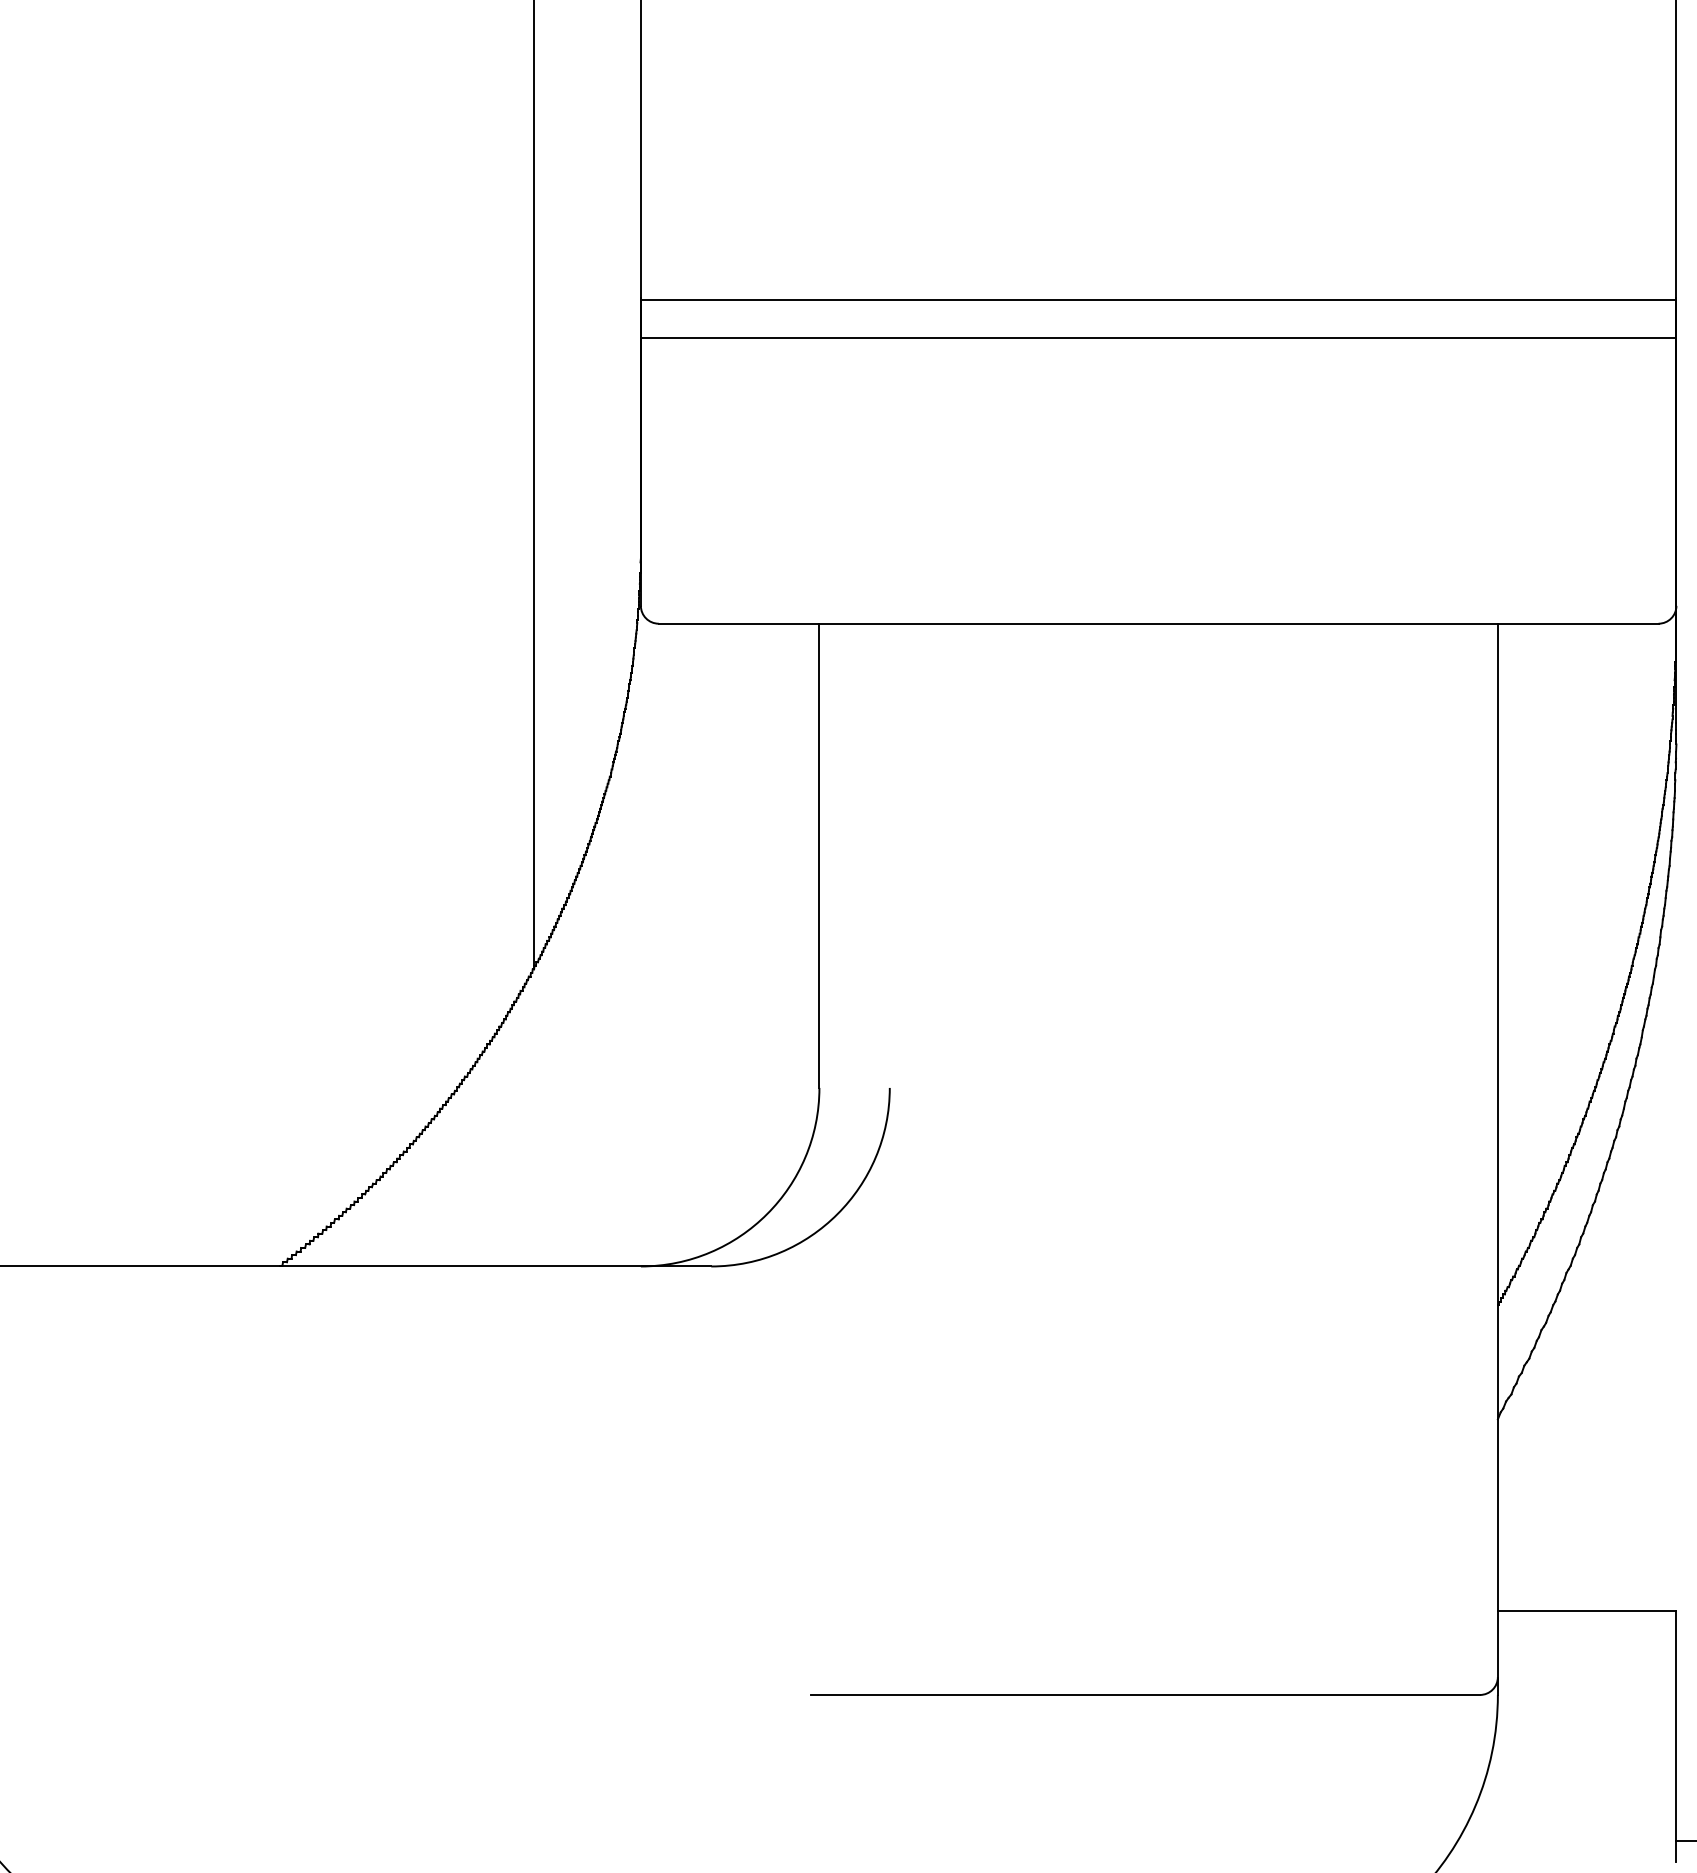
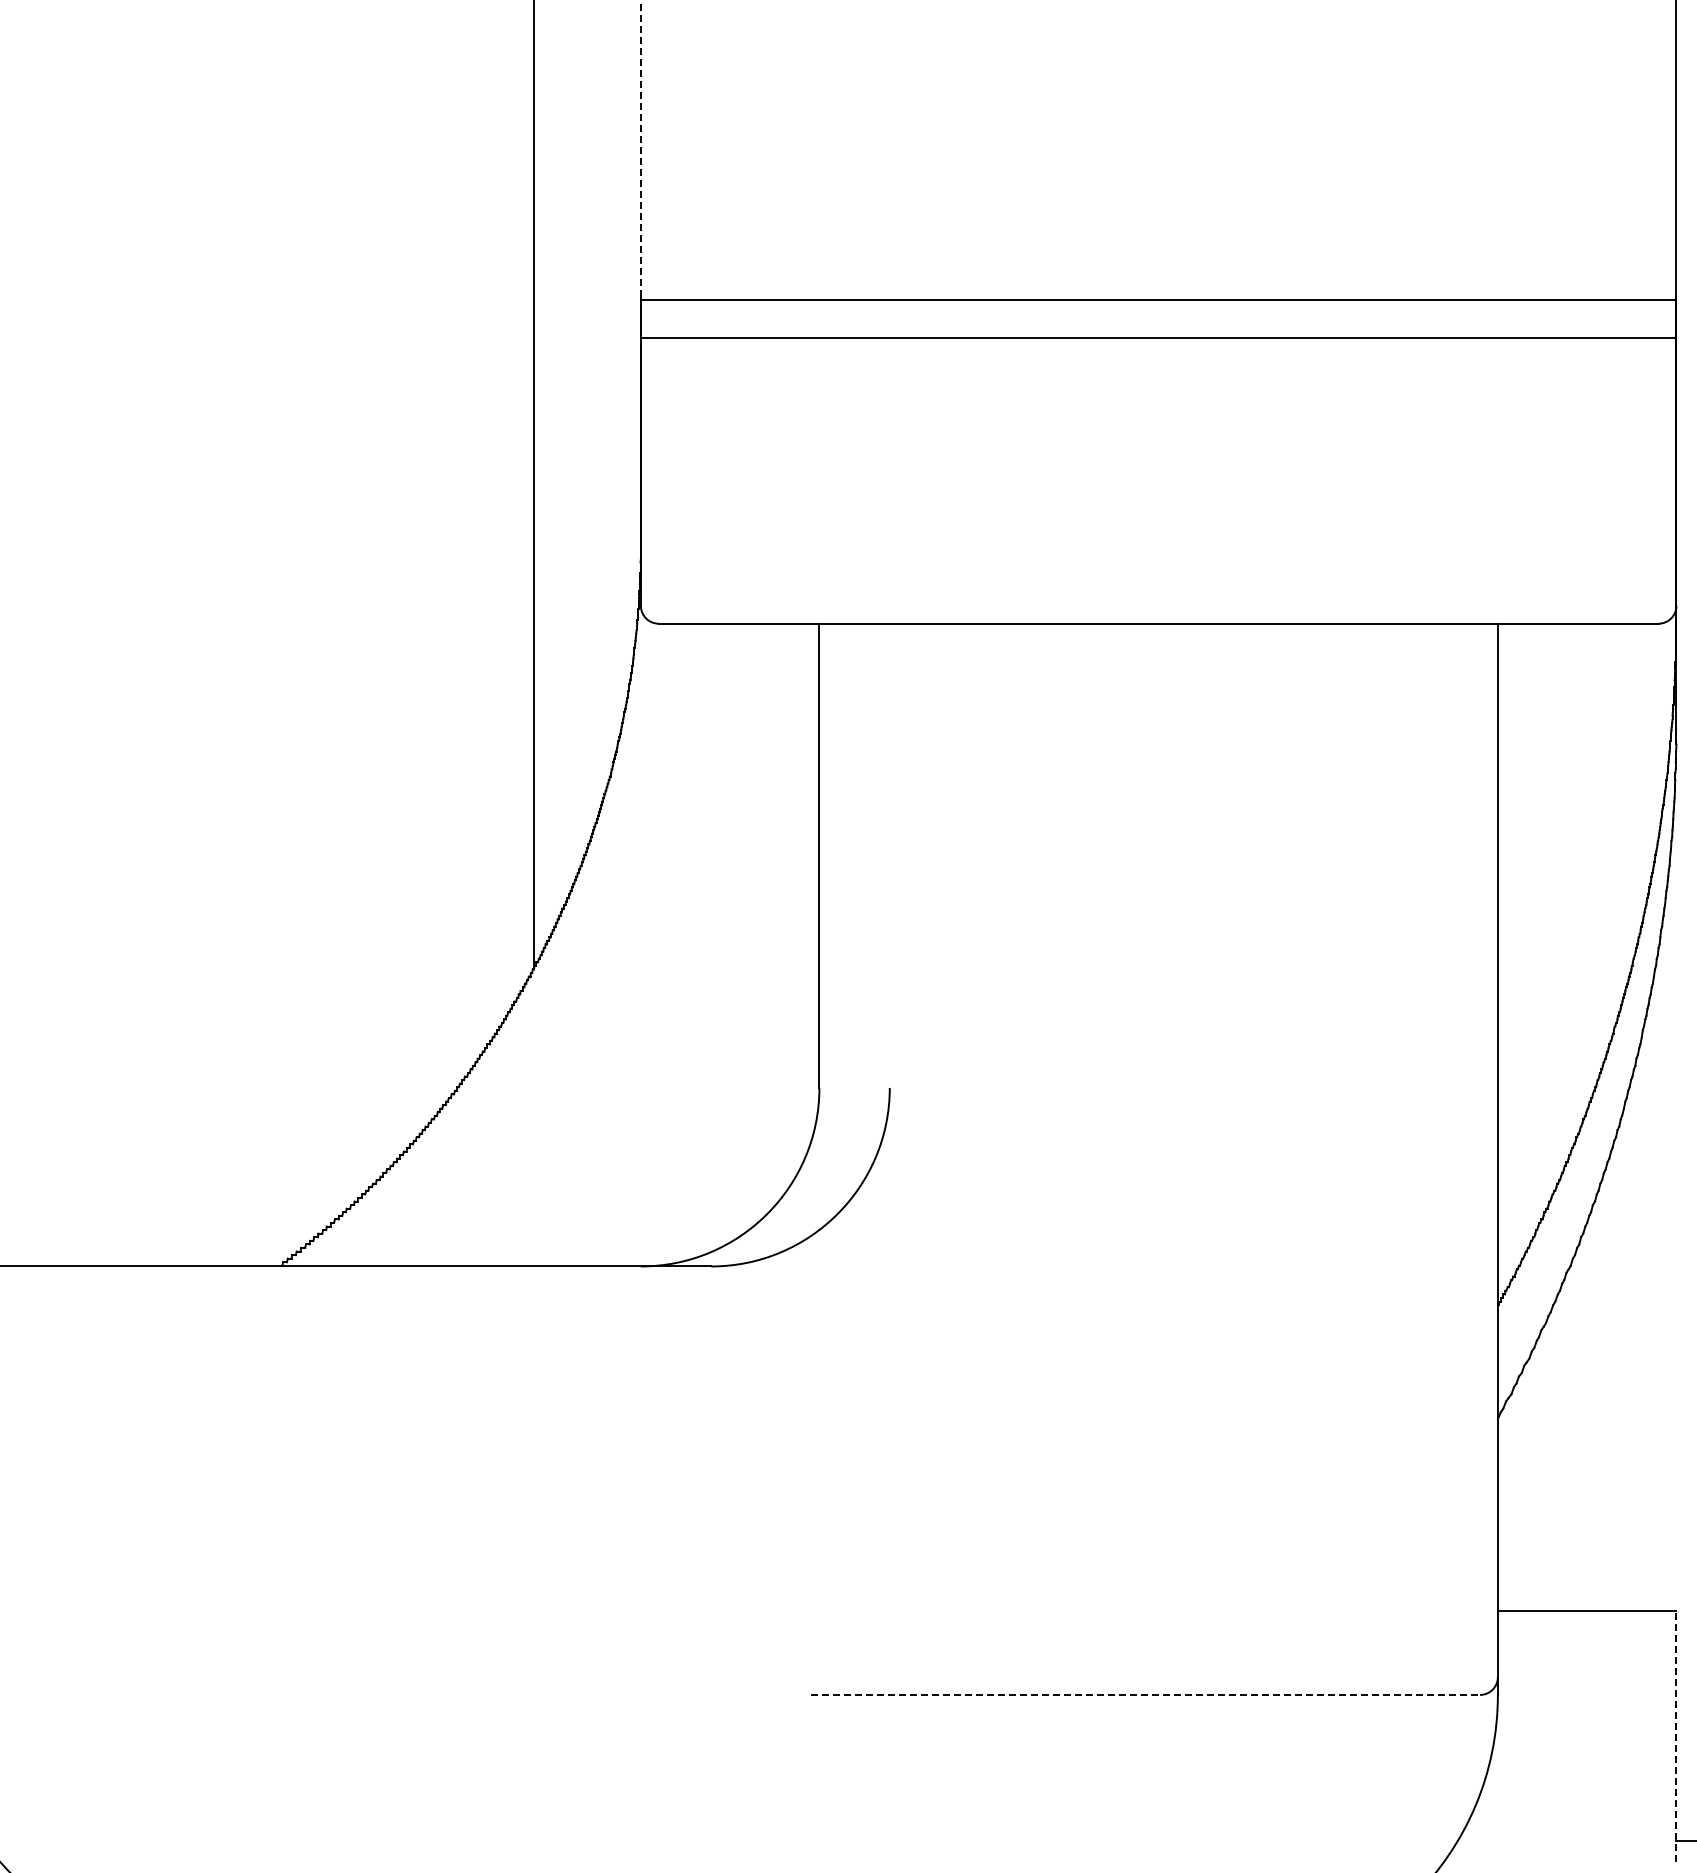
line at (640, 169): solid -> dashed
line at (1145, 1694): solid -> dashed
line at (1676, 1736): solid -> dashed
